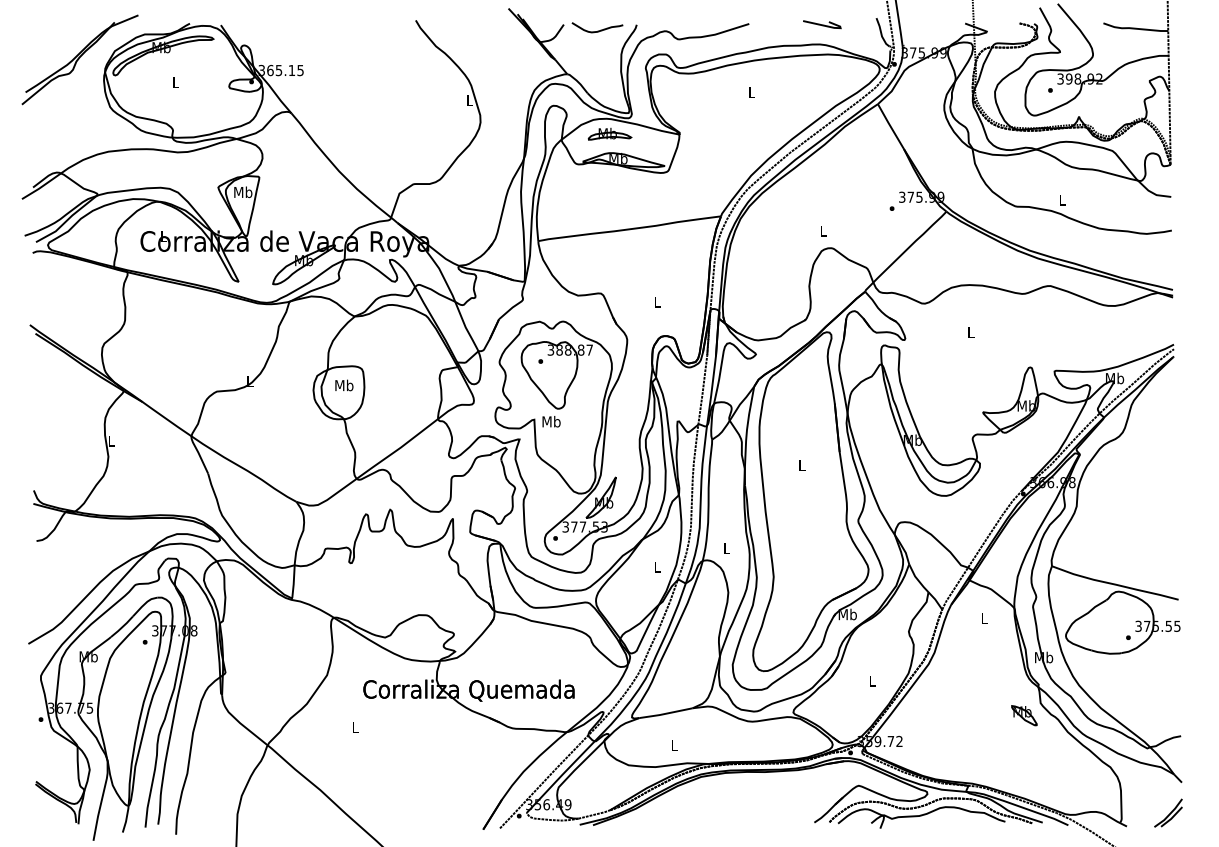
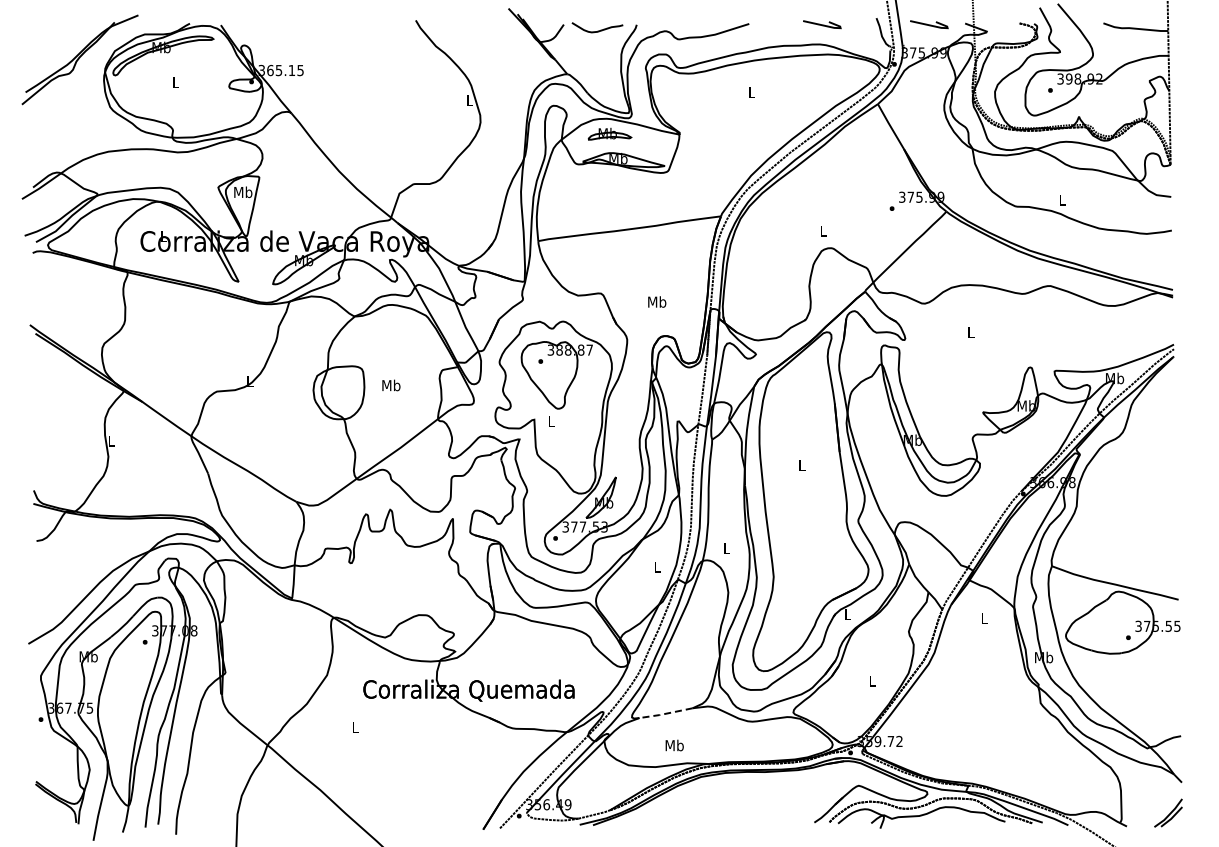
line at (929, 24): none -> present
text at (657, 301): L -> Mb
text at (344, 385) position: (344, 385) -> (391, 385)
text at (551, 421): Mb -> L
text at (847, 614): Mb -> L
line at (665, 713): solid -> dashed
part at (1024, 715): present -> none
text at (674, 745): L -> Mb
